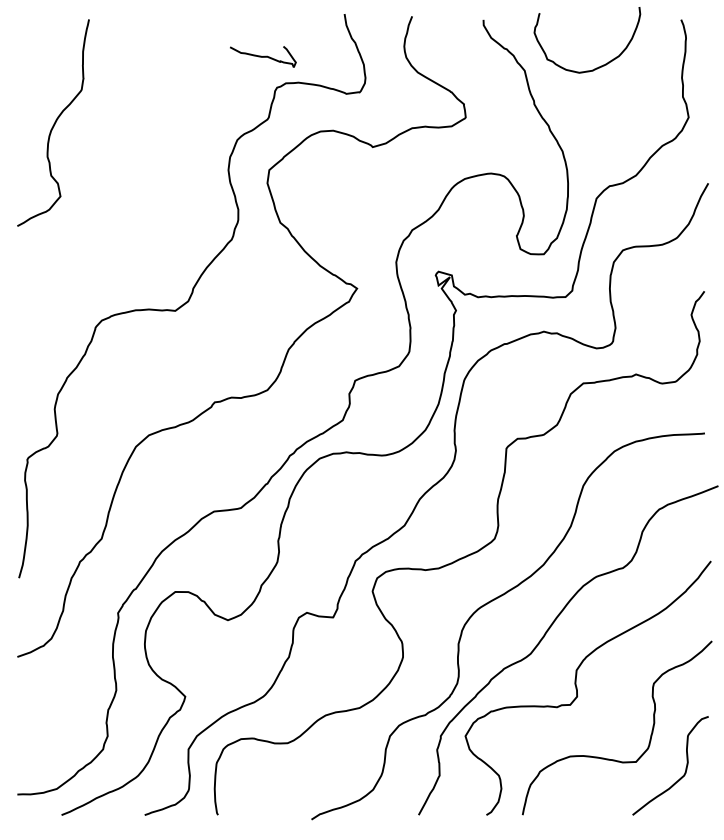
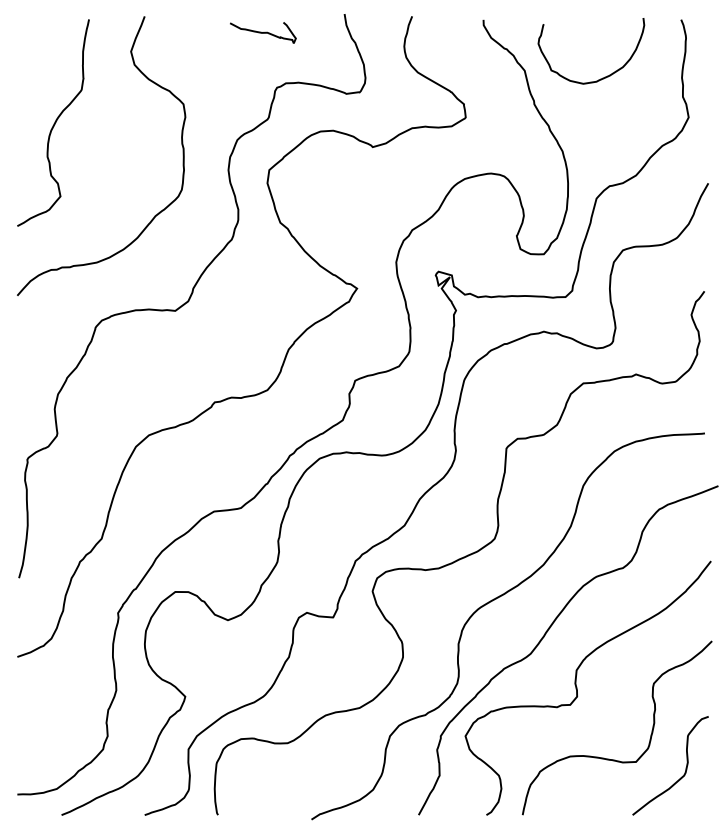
curve at (263, 56) position: (263, 56) -> (263, 32)
curve at (598, 66) position: (598, 66) -> (602, 77)
curve at (155, 214): none -> present
